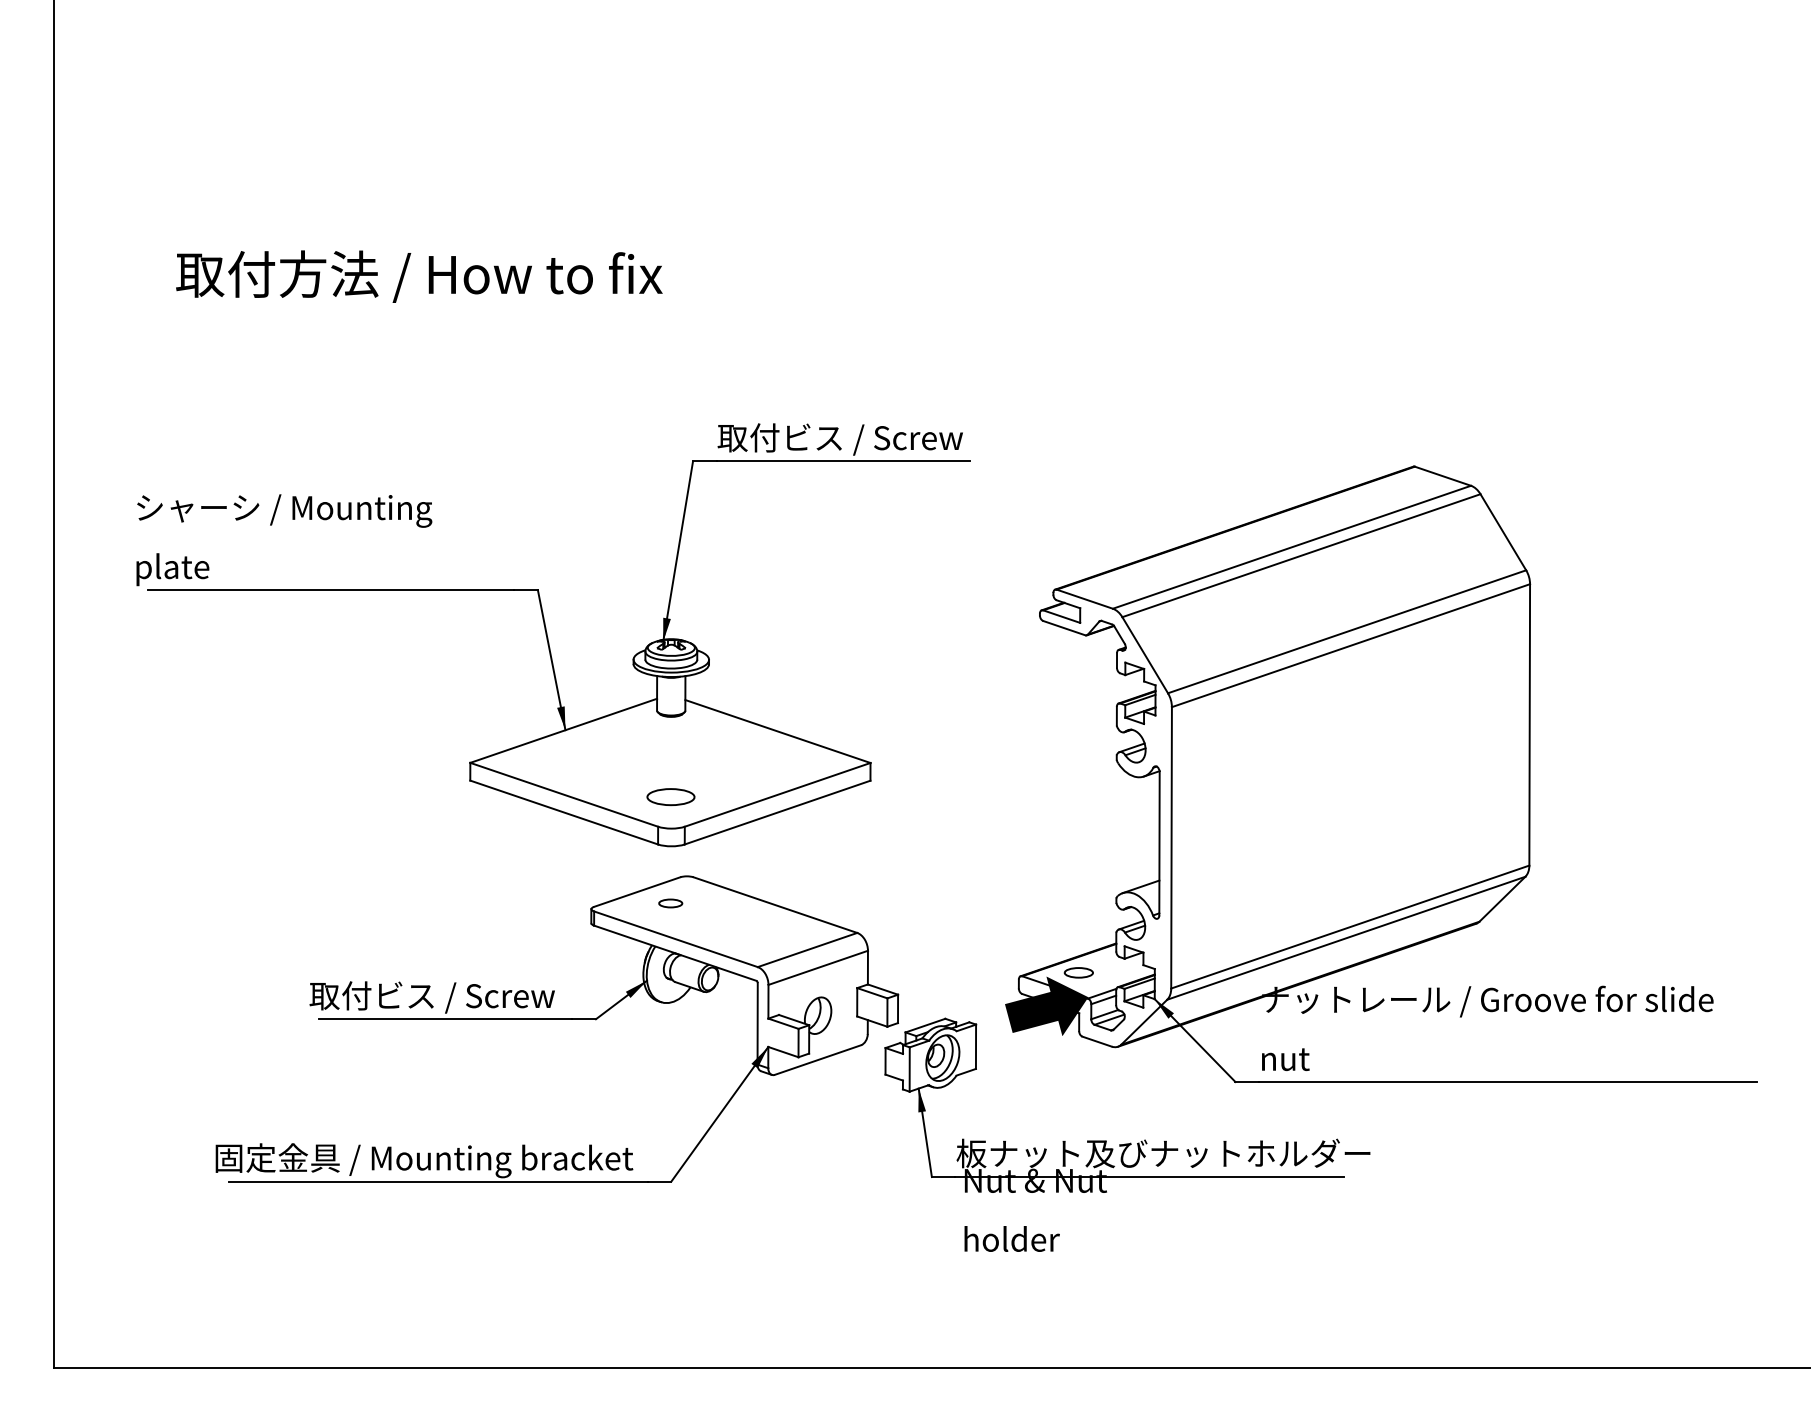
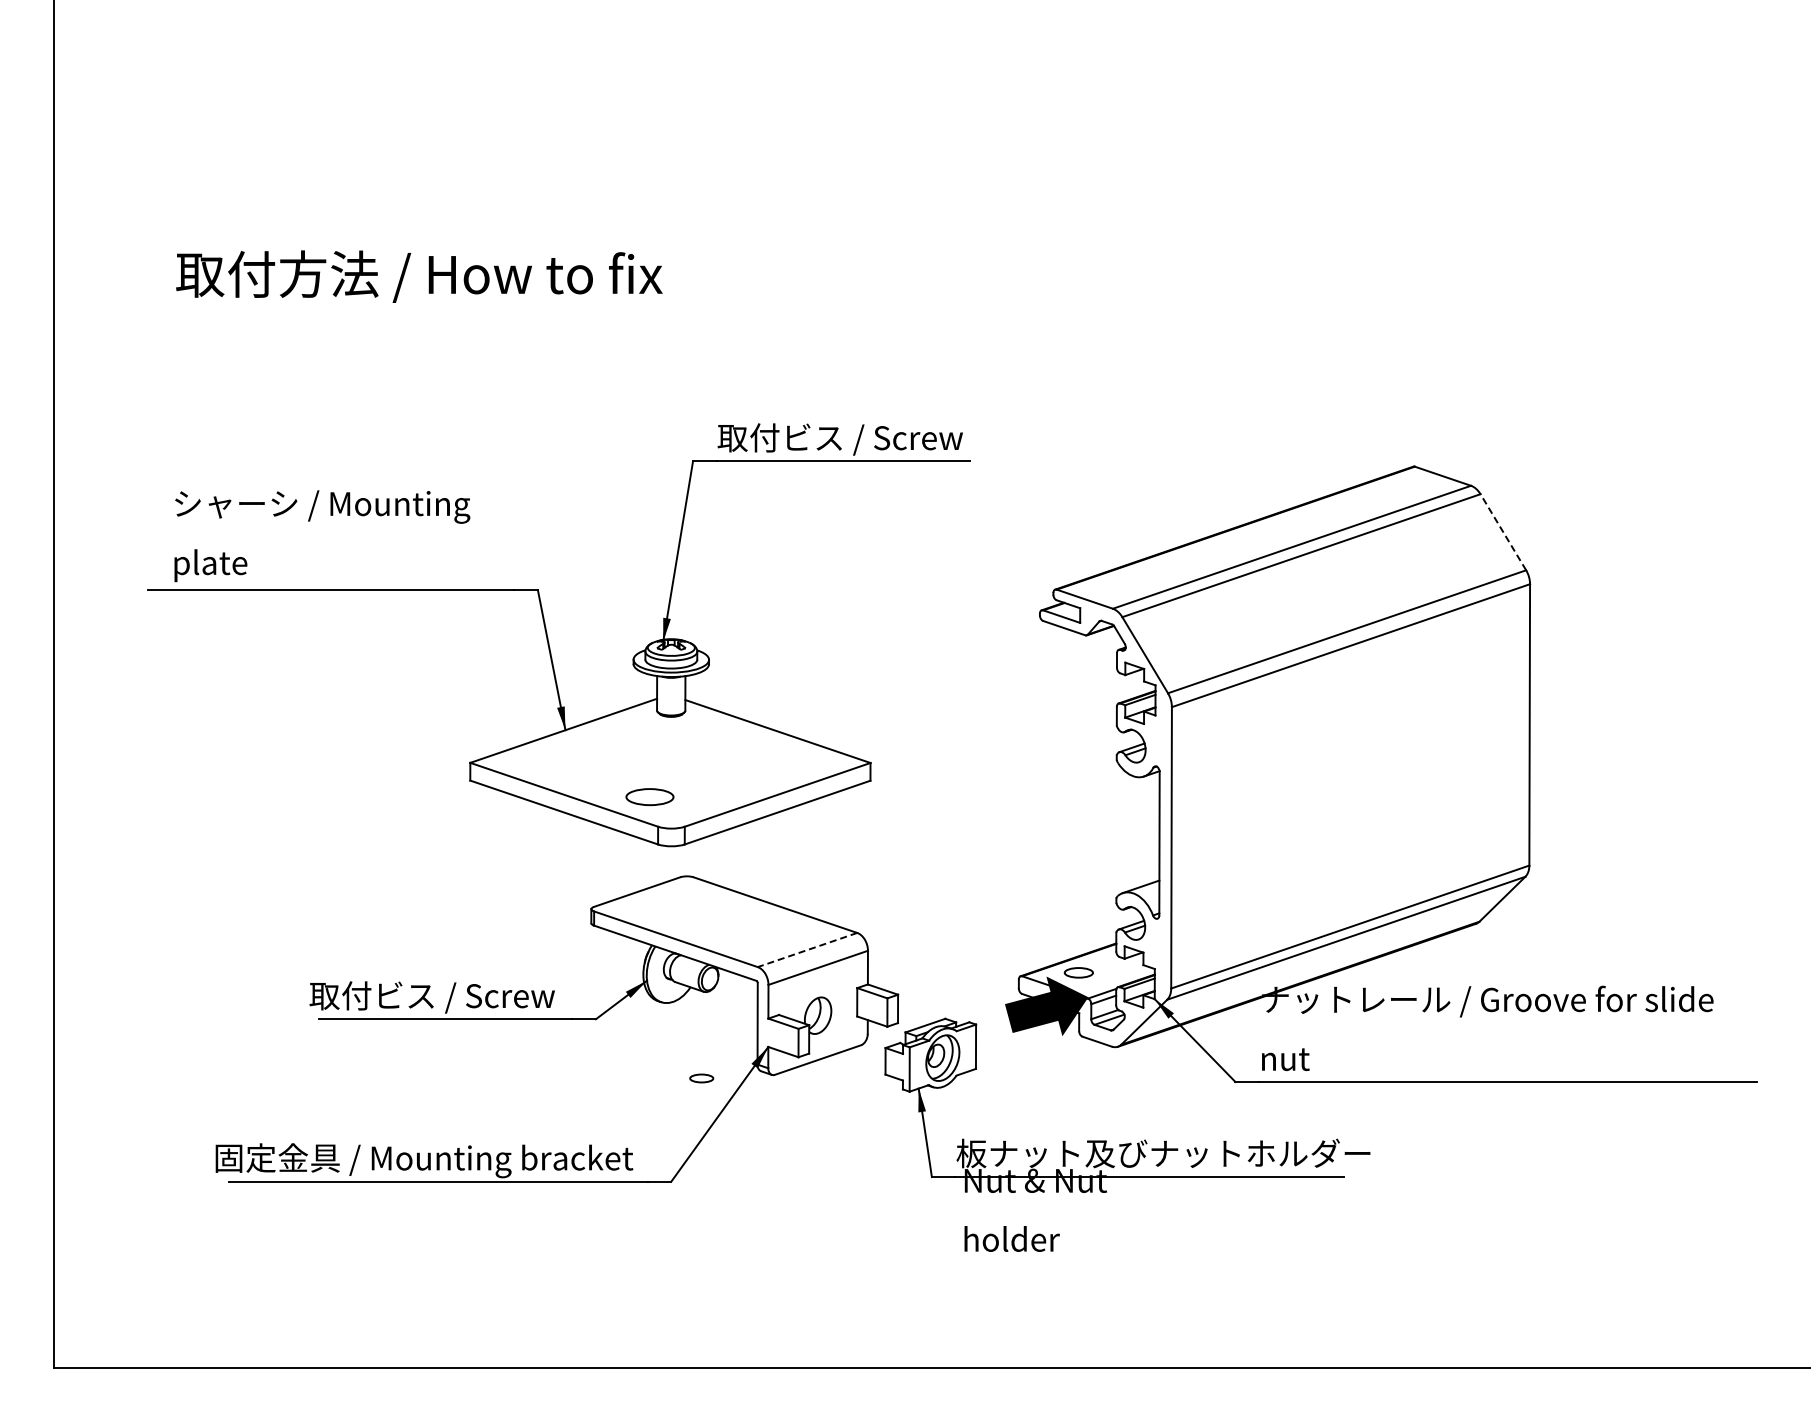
line at (1503, 531): solid -> dashed
text at (284, 540) position: (284, 540) -> (322, 536)
part at (670, 797) position: (670, 797) -> (649, 797)
part at (670, 903) position: (670, 903) -> (701, 1078)
line at (807, 950): solid -> dashed
